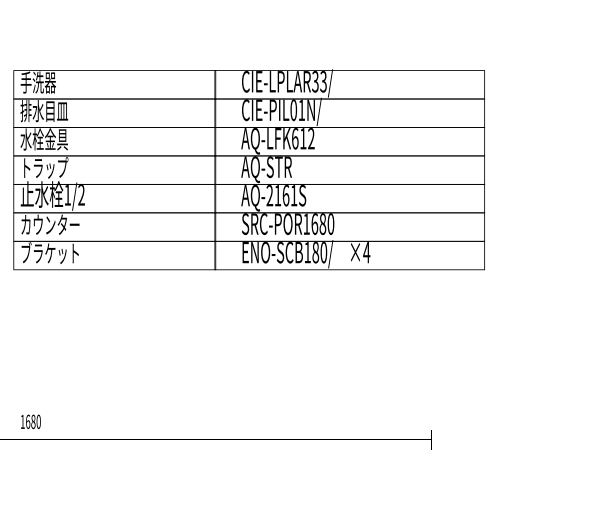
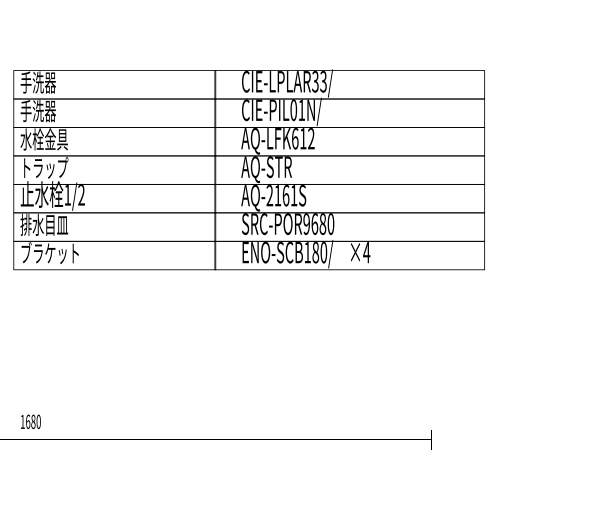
text at (44, 111): 排水目皿 -> 手洗器
text at (306, 223): SRC-POR1680 -> SRC-POR9680
text at (49, 224): カウンター -> 排水目皿
